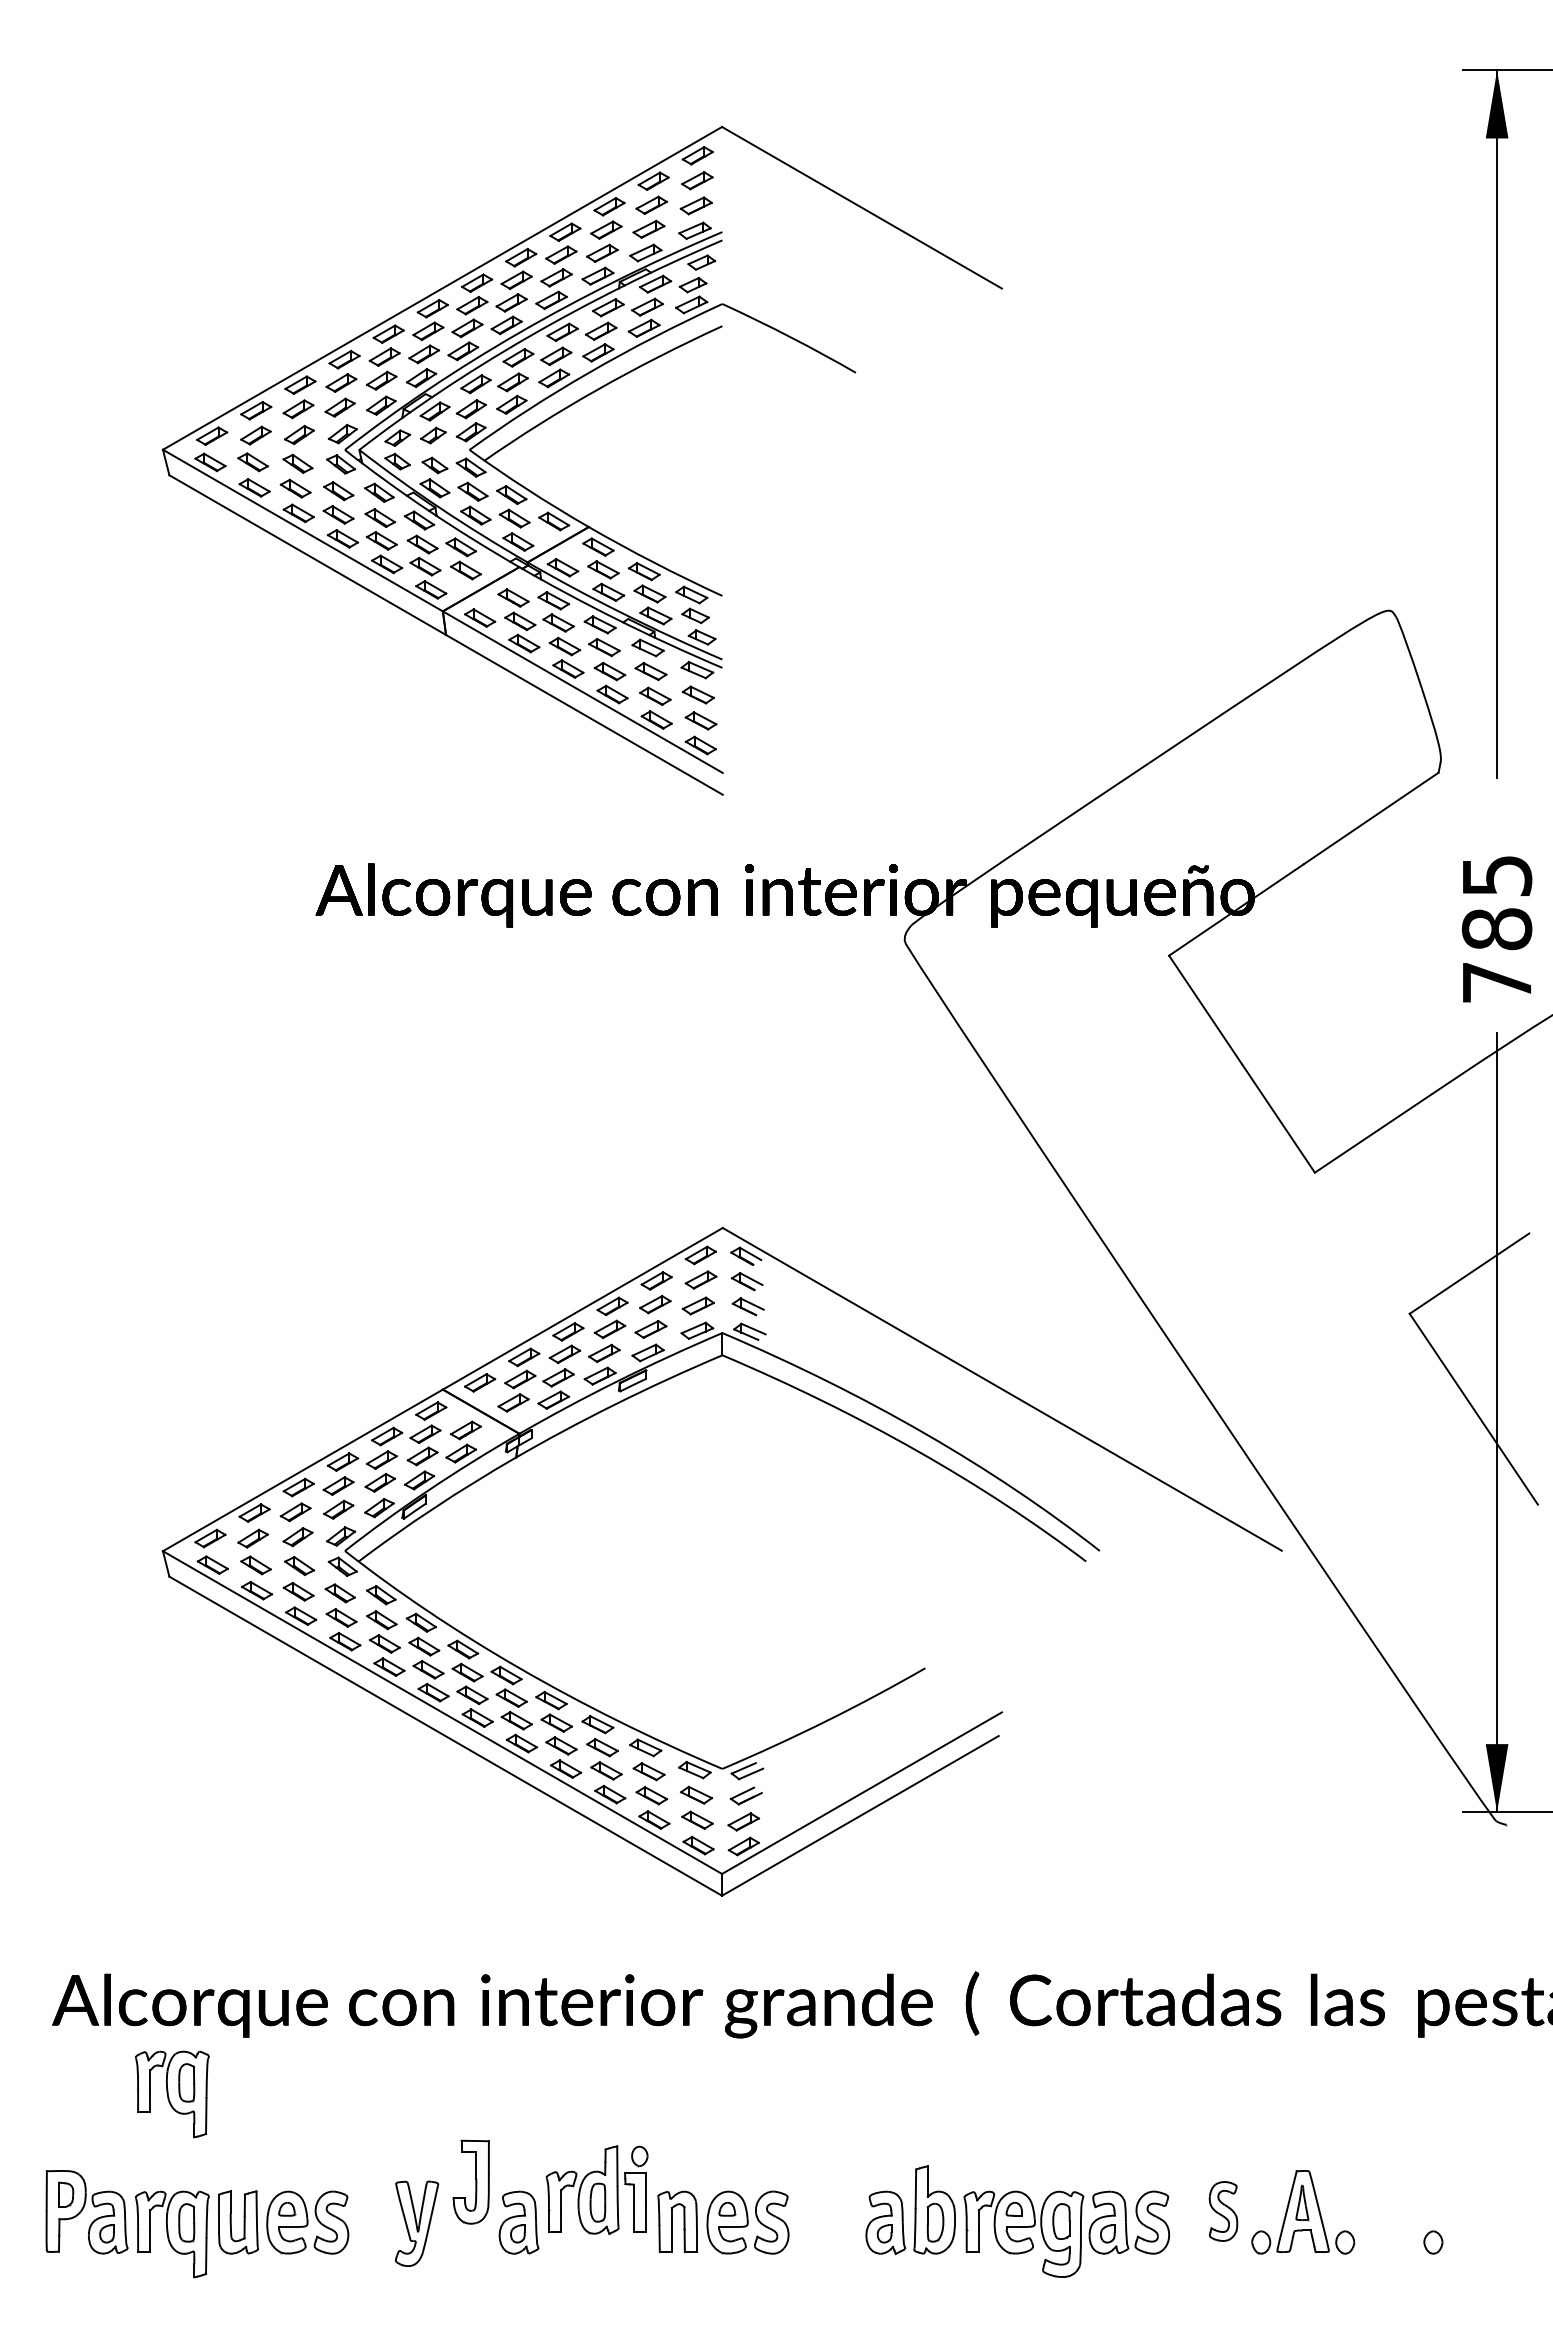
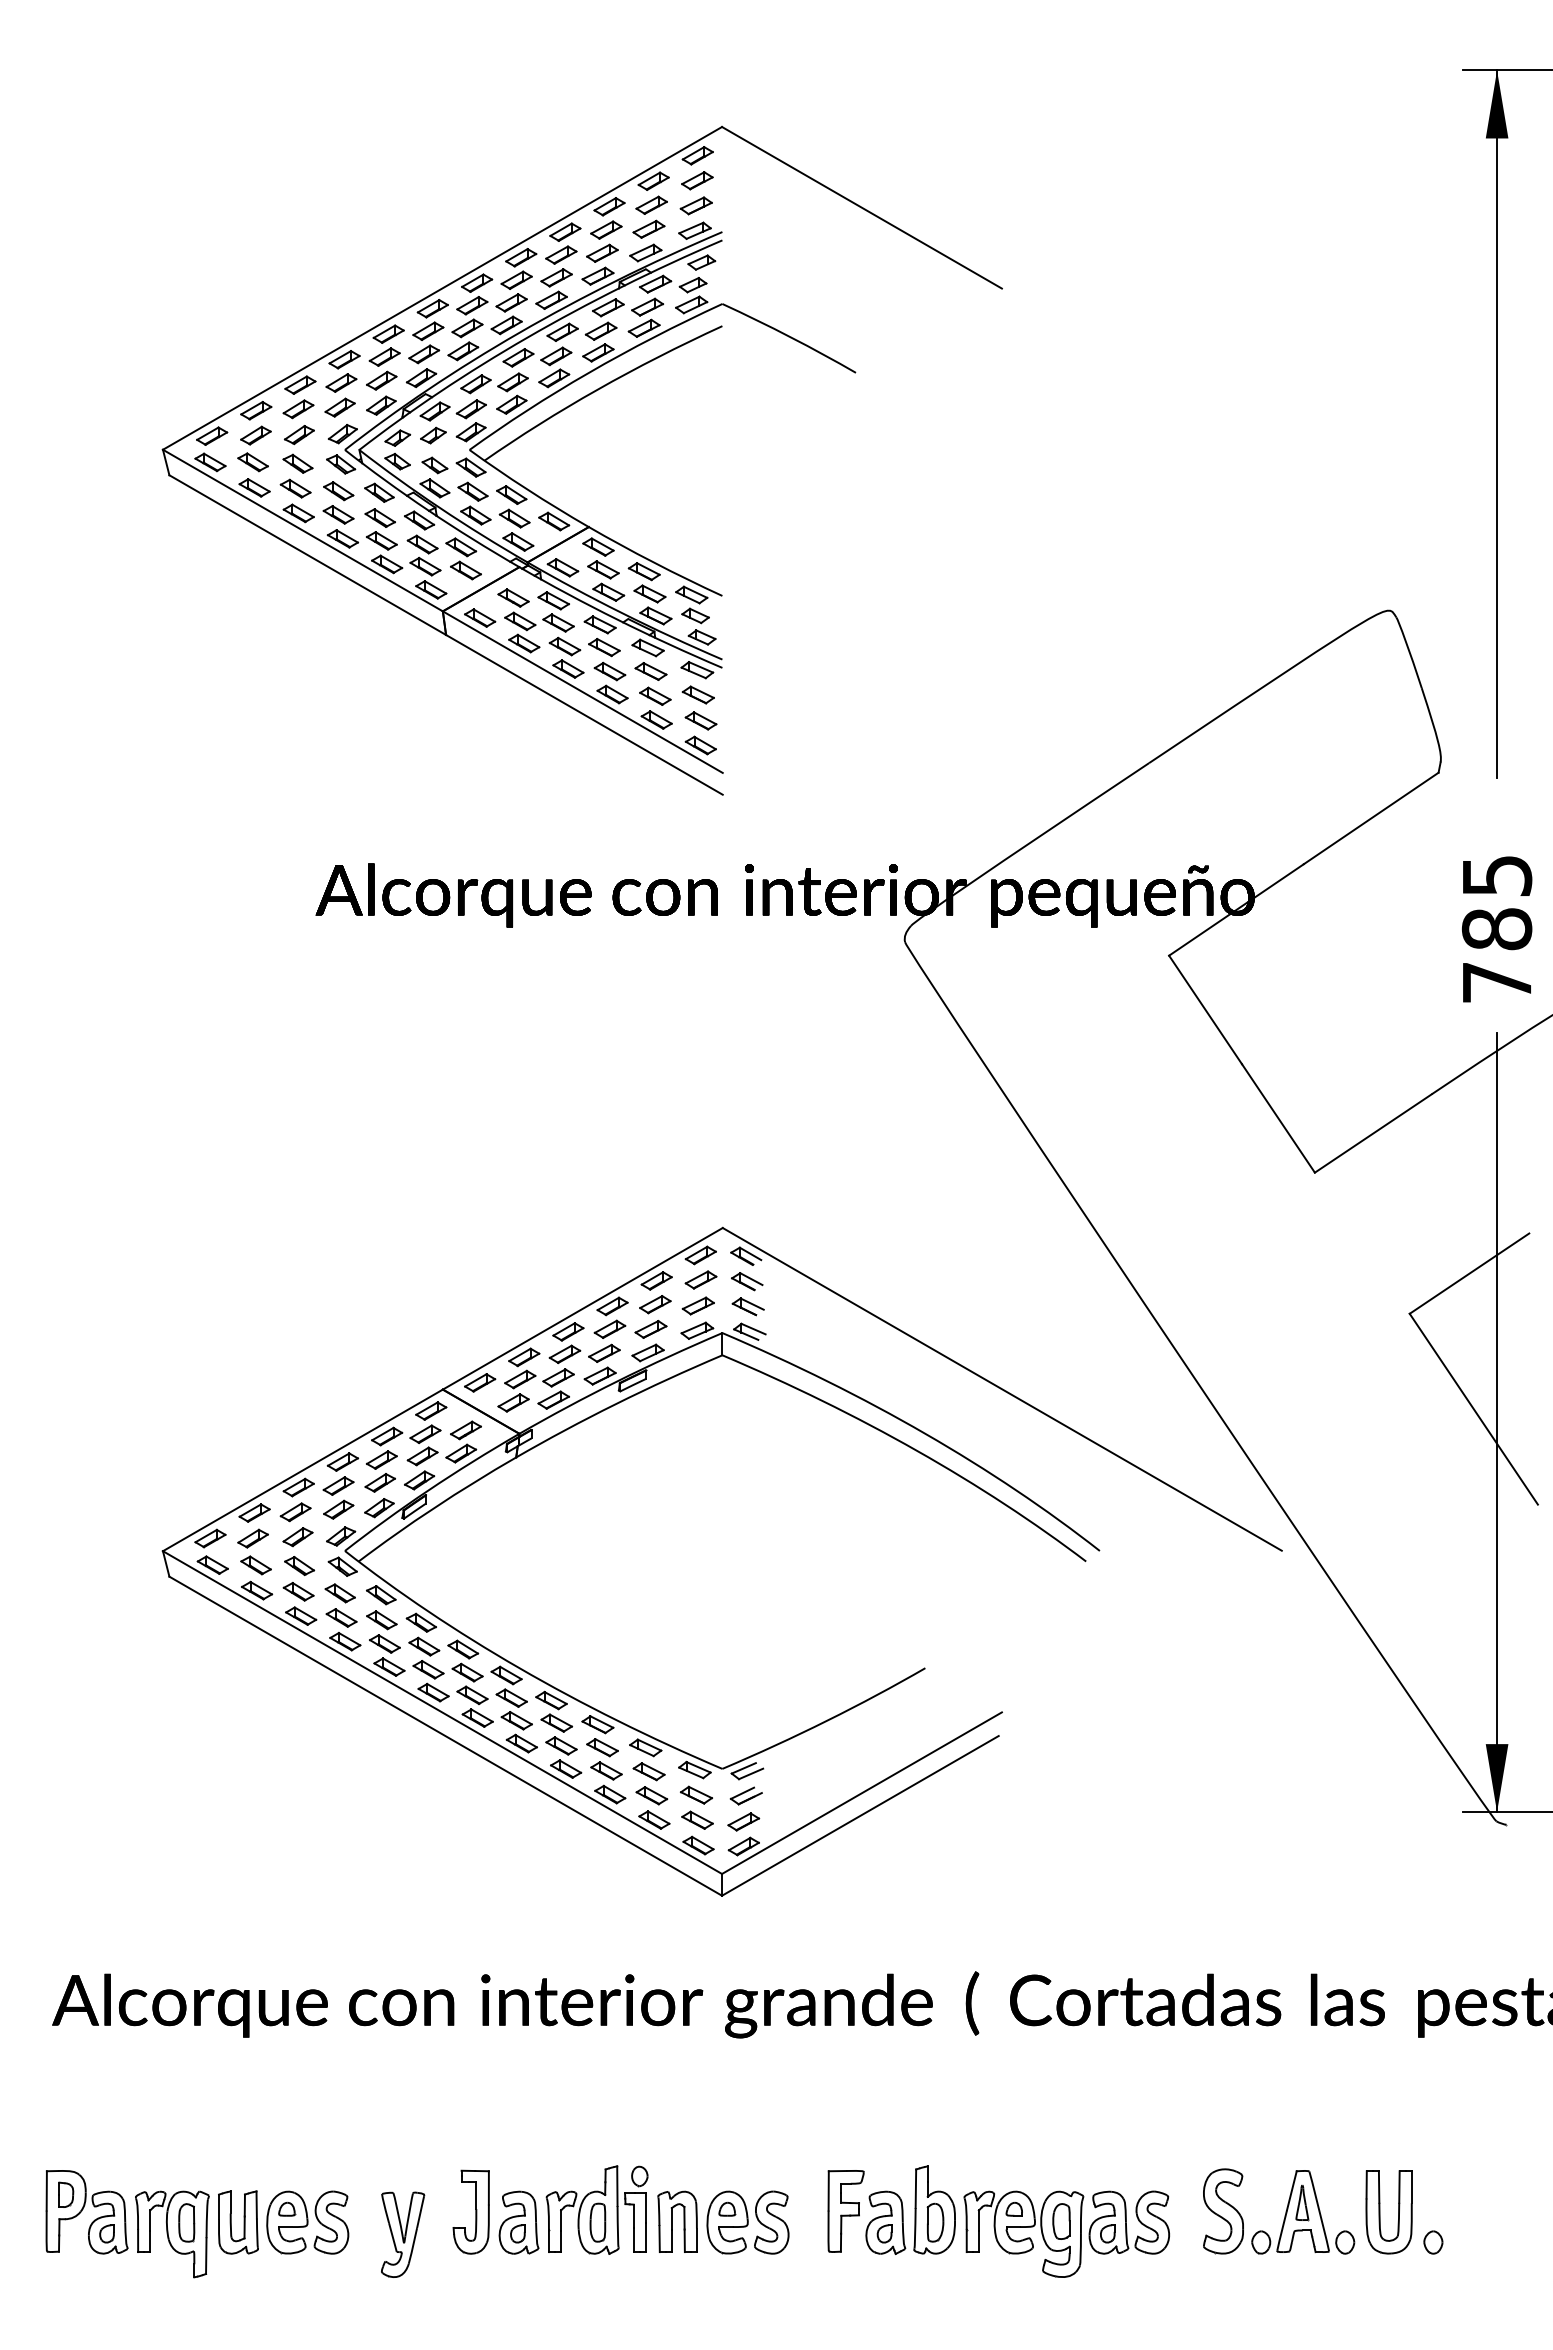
part at (172, 2094): present -> none
part at (470, 2181) position: (470, 2181) -> (470, 2211)
part at (596, 2189) position: (596, 2189) -> (596, 2209)
part at (845, 2211): none -> present
part at (1223, 2211) size: 31x61 px -> 41x87 px
part at (1380, 2212): none -> present
part at (417, 2223) position: (417, 2223) -> (403, 2234)
